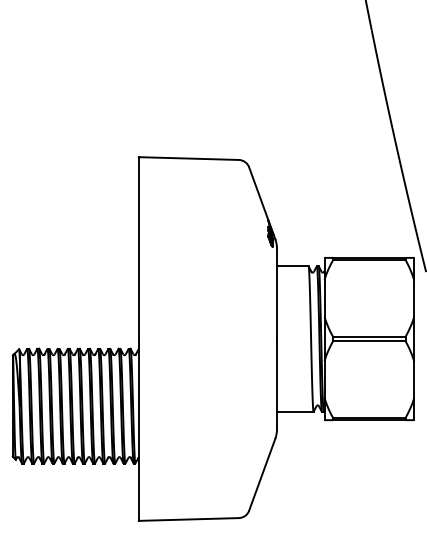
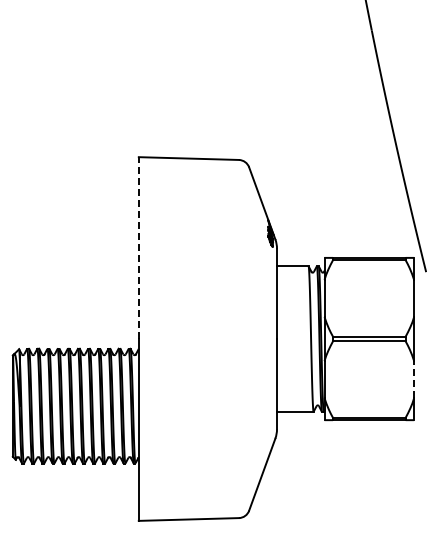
line at (138, 248): solid -> dashed
line at (414, 379): solid -> dashed
